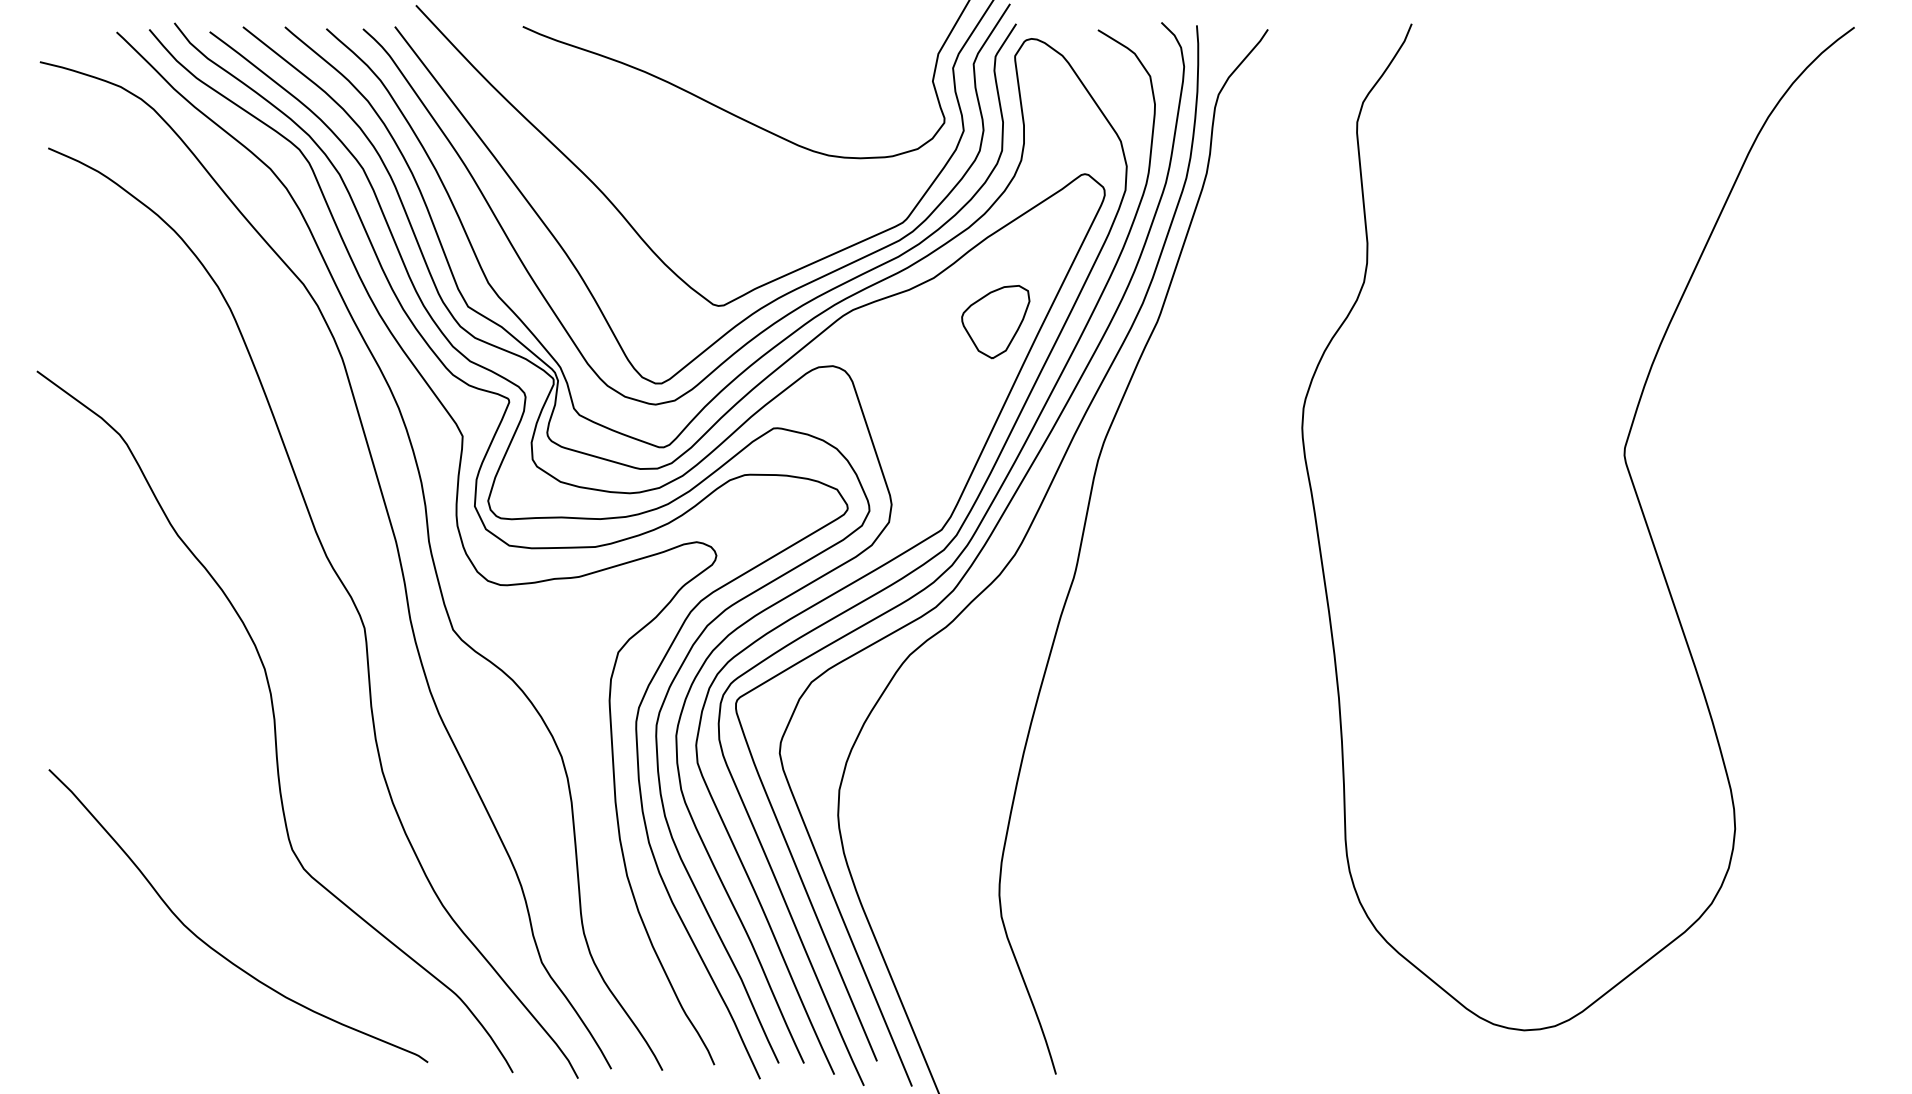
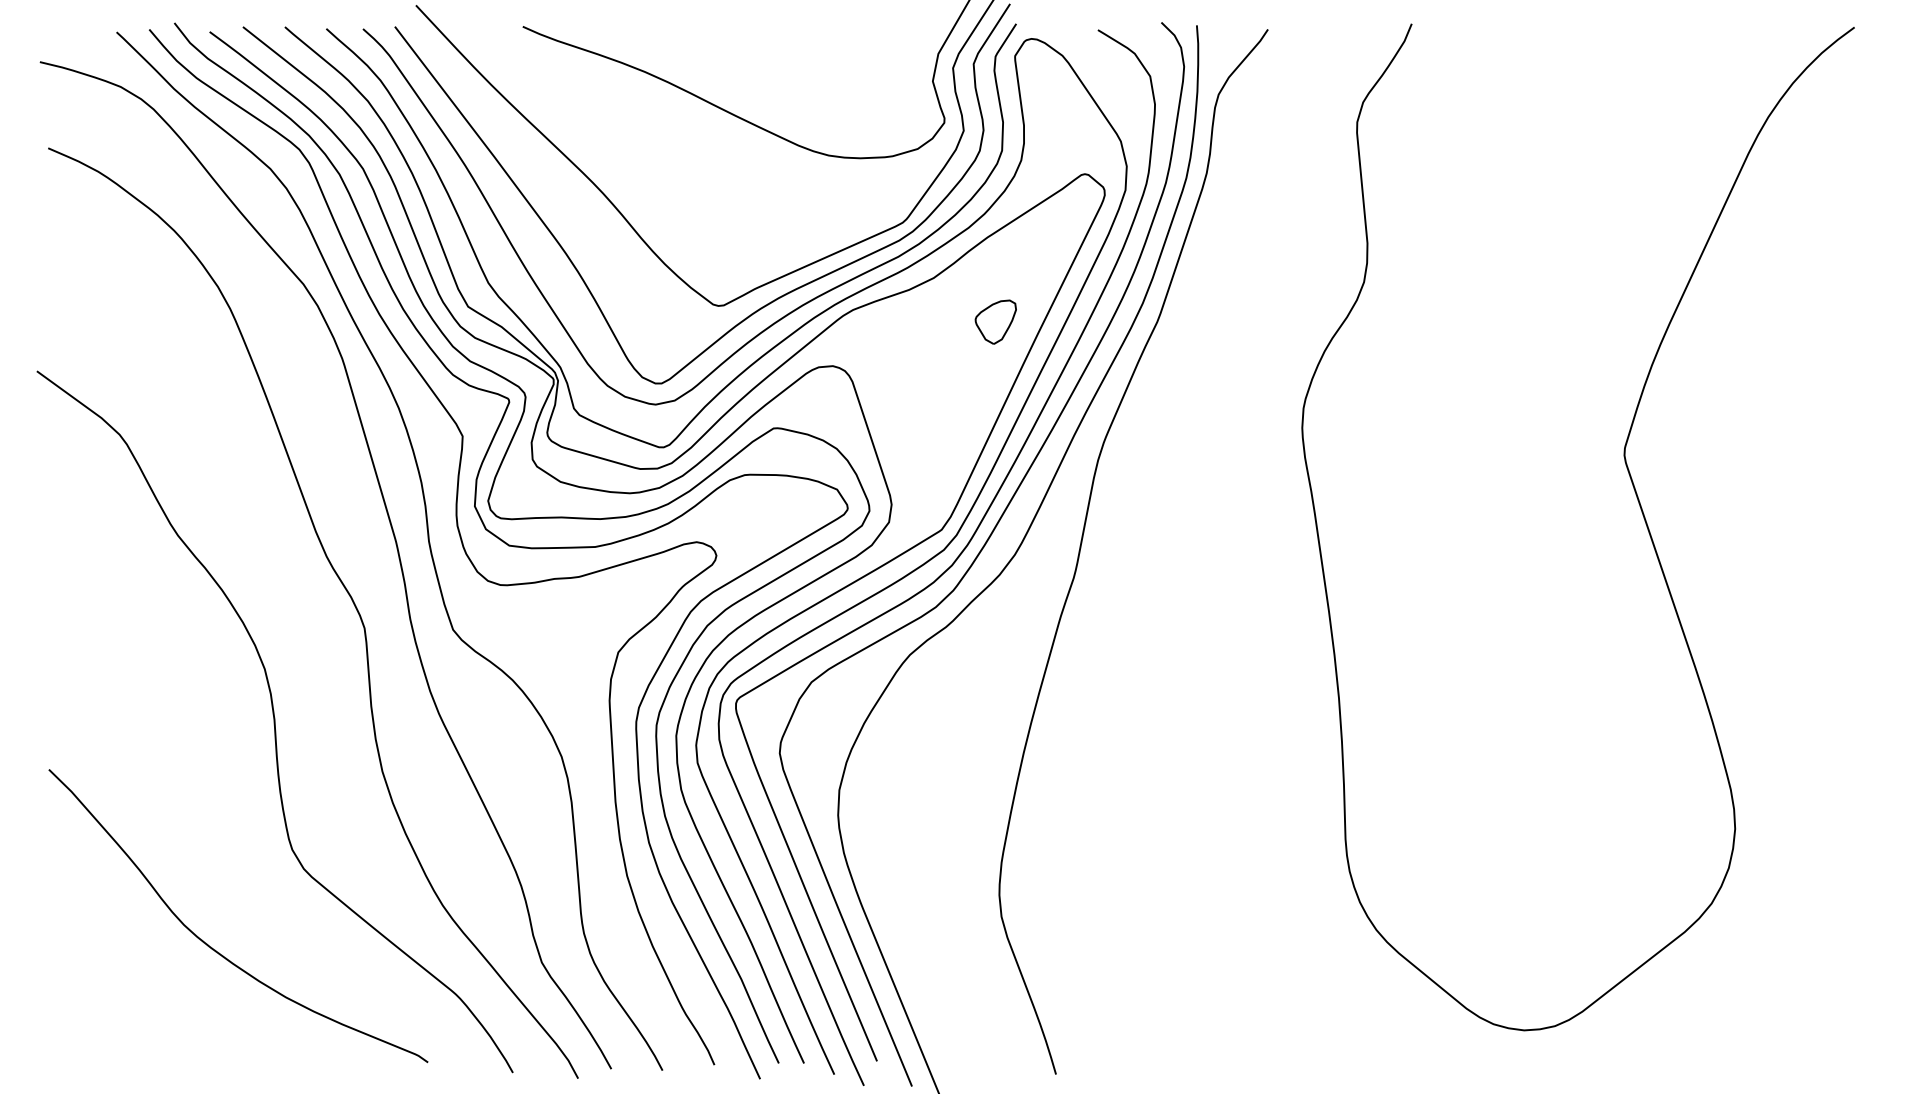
part at (995, 322) size: 70x75 px -> 43x46 px
